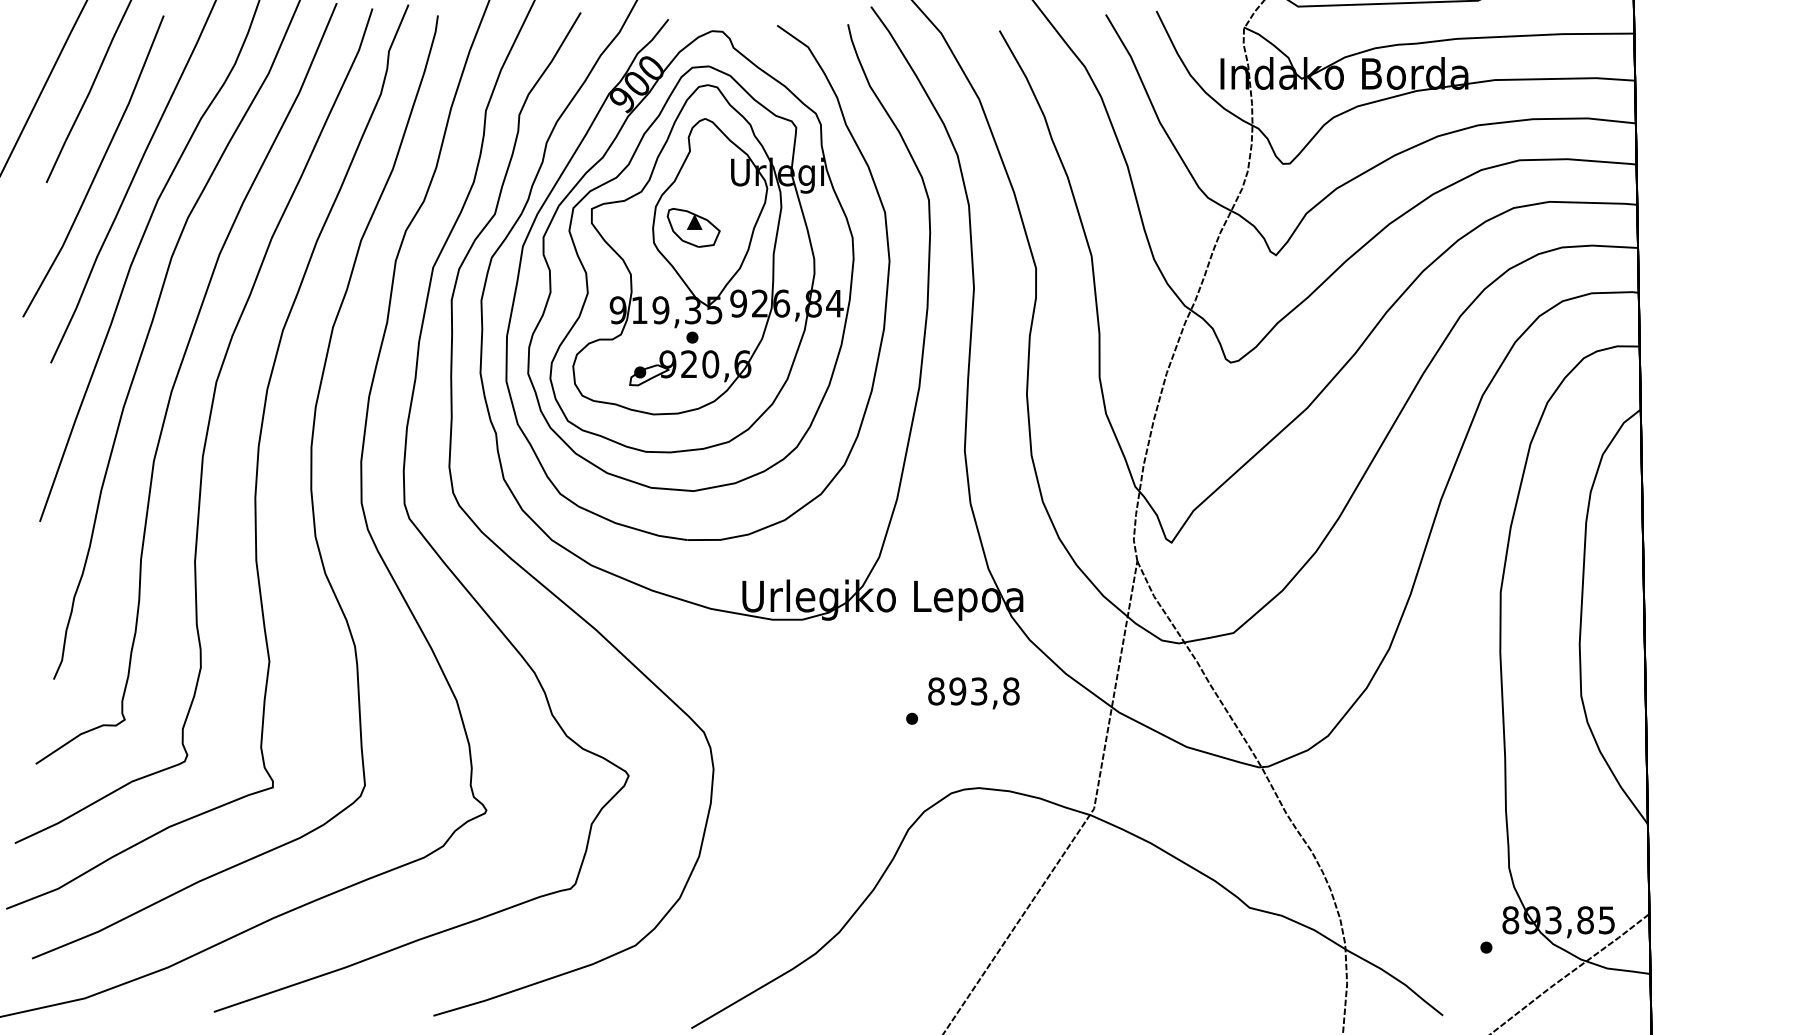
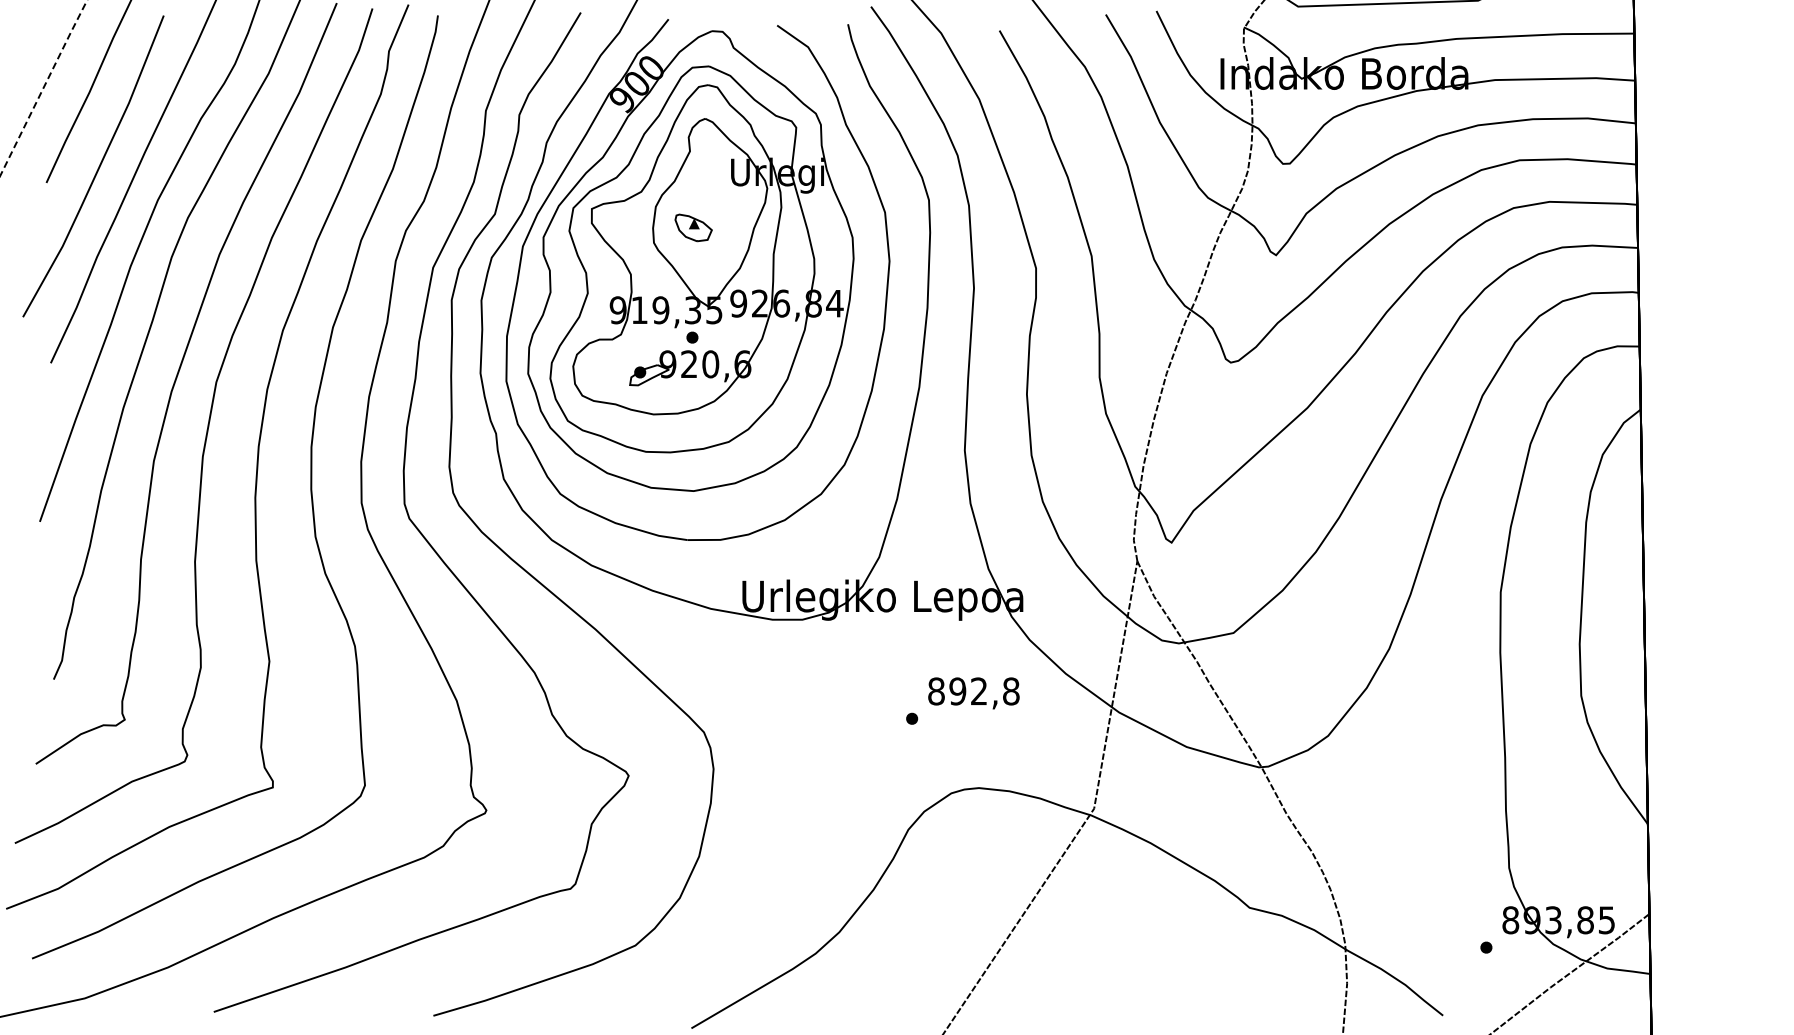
line at (44, 87): solid -> dashed
part at (693, 227) size: 55x40 px -> 39x30 px
text at (979, 691): 893,8 -> 892,8
